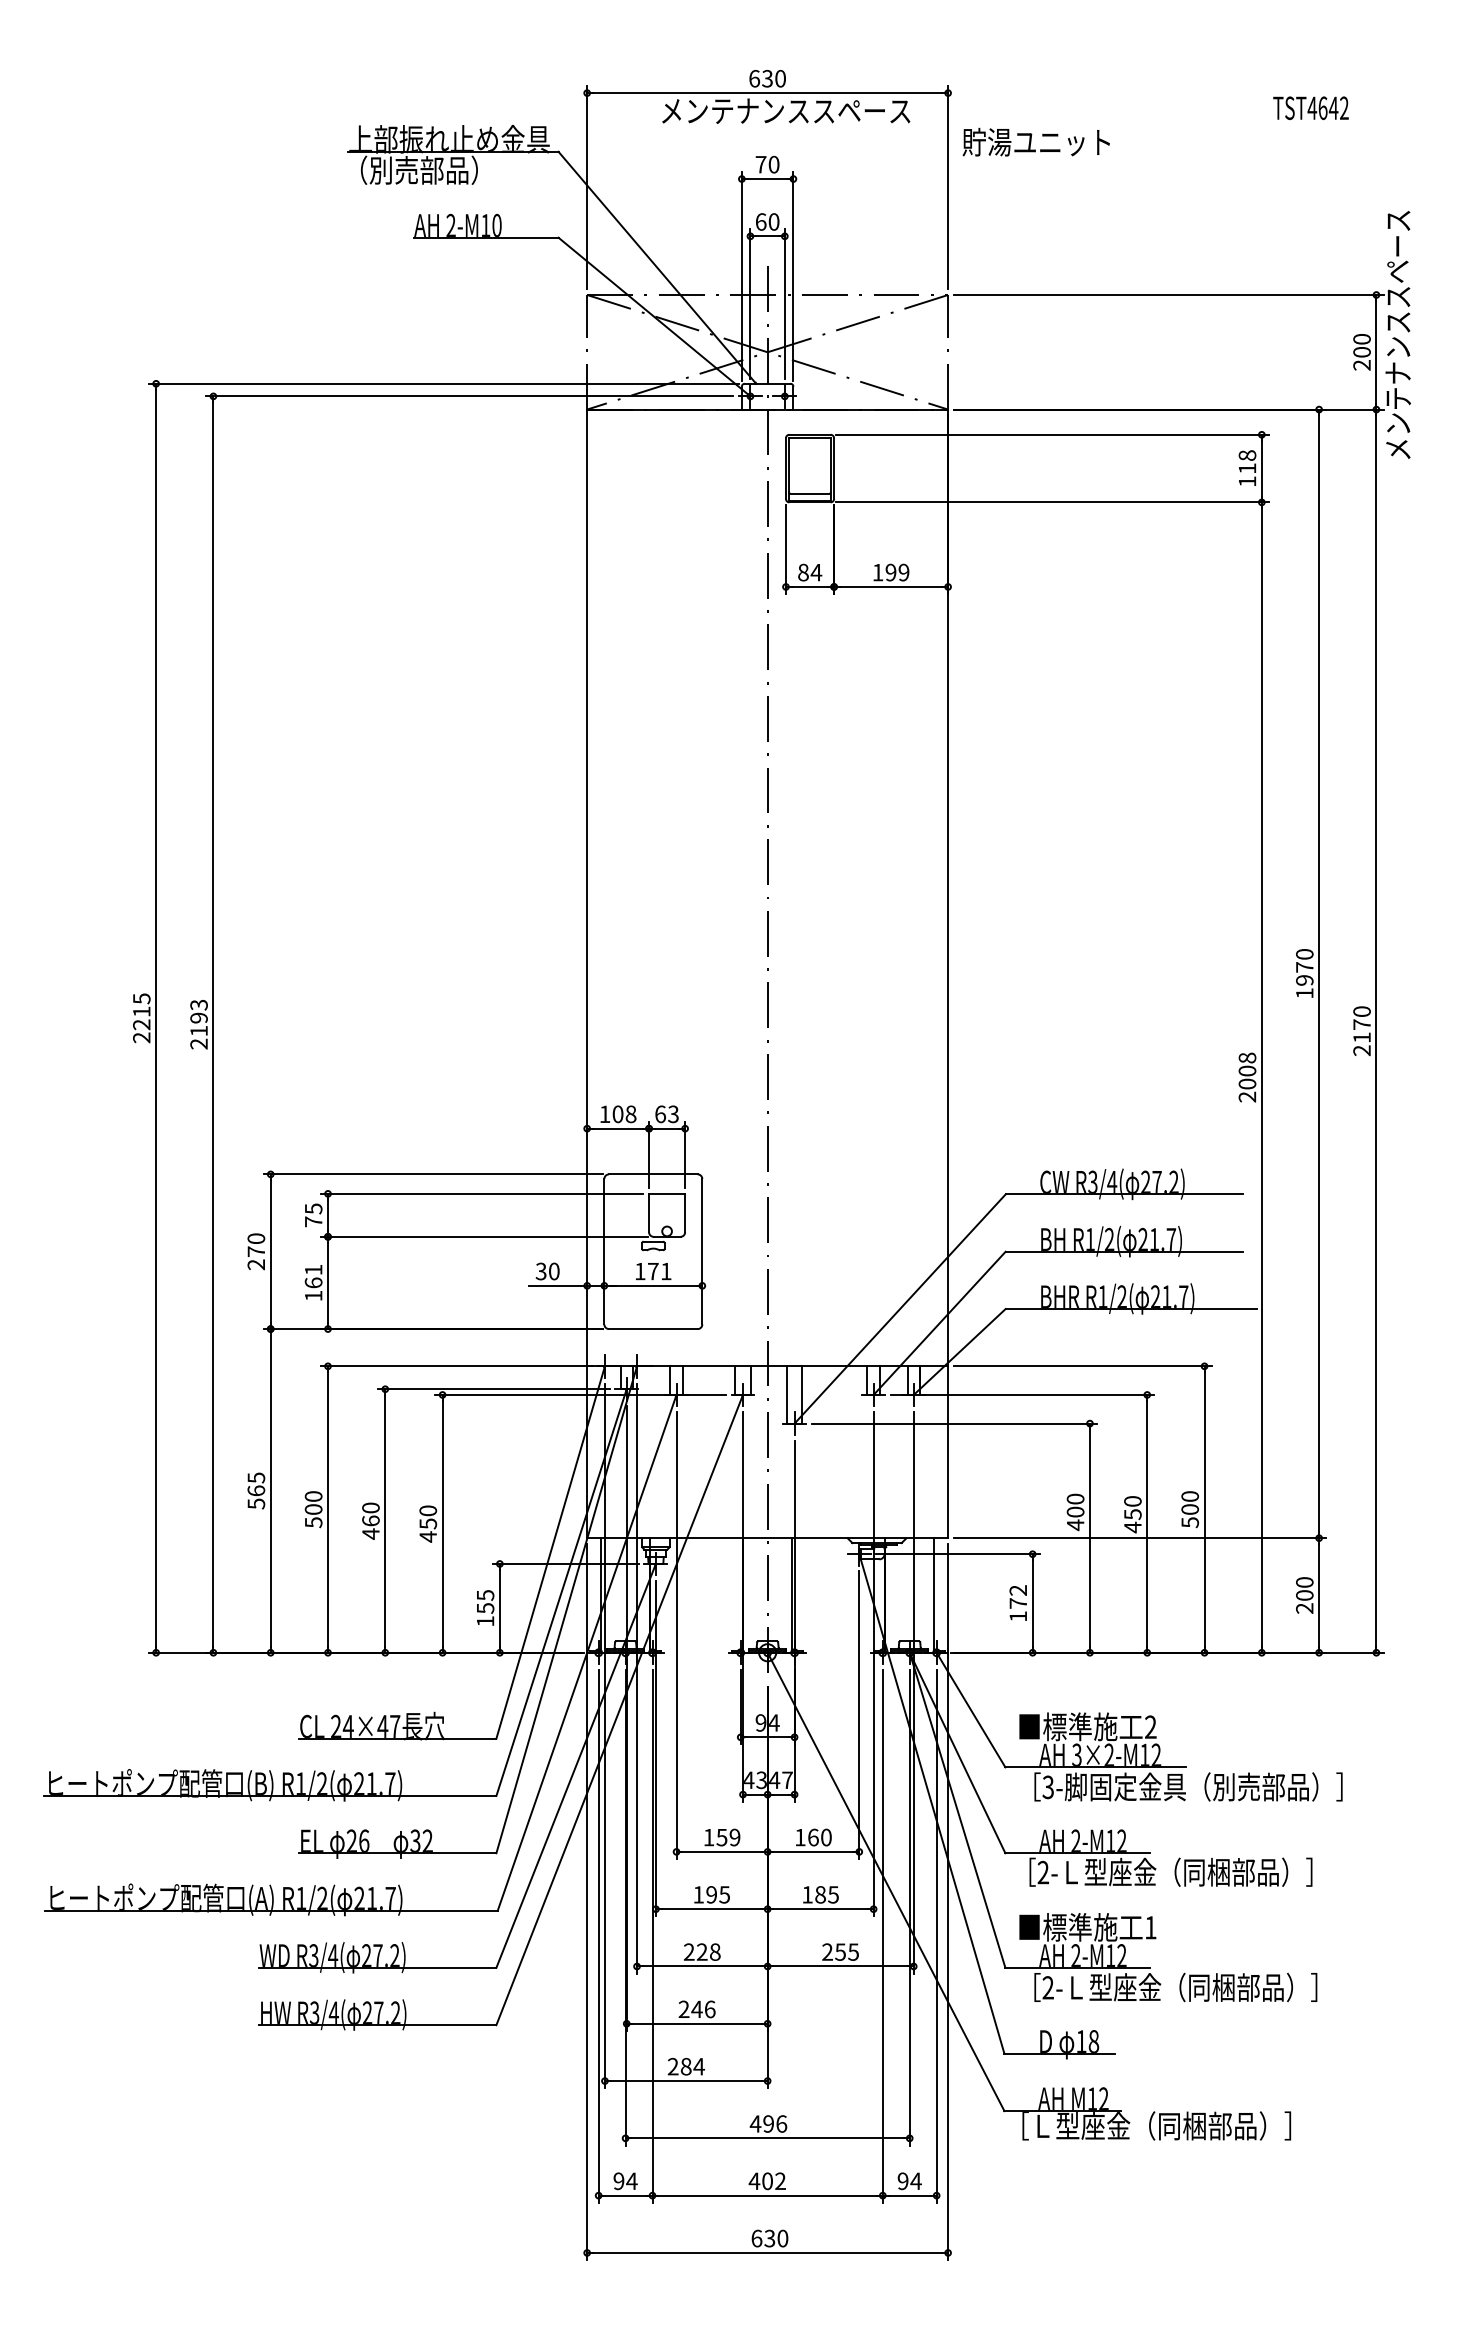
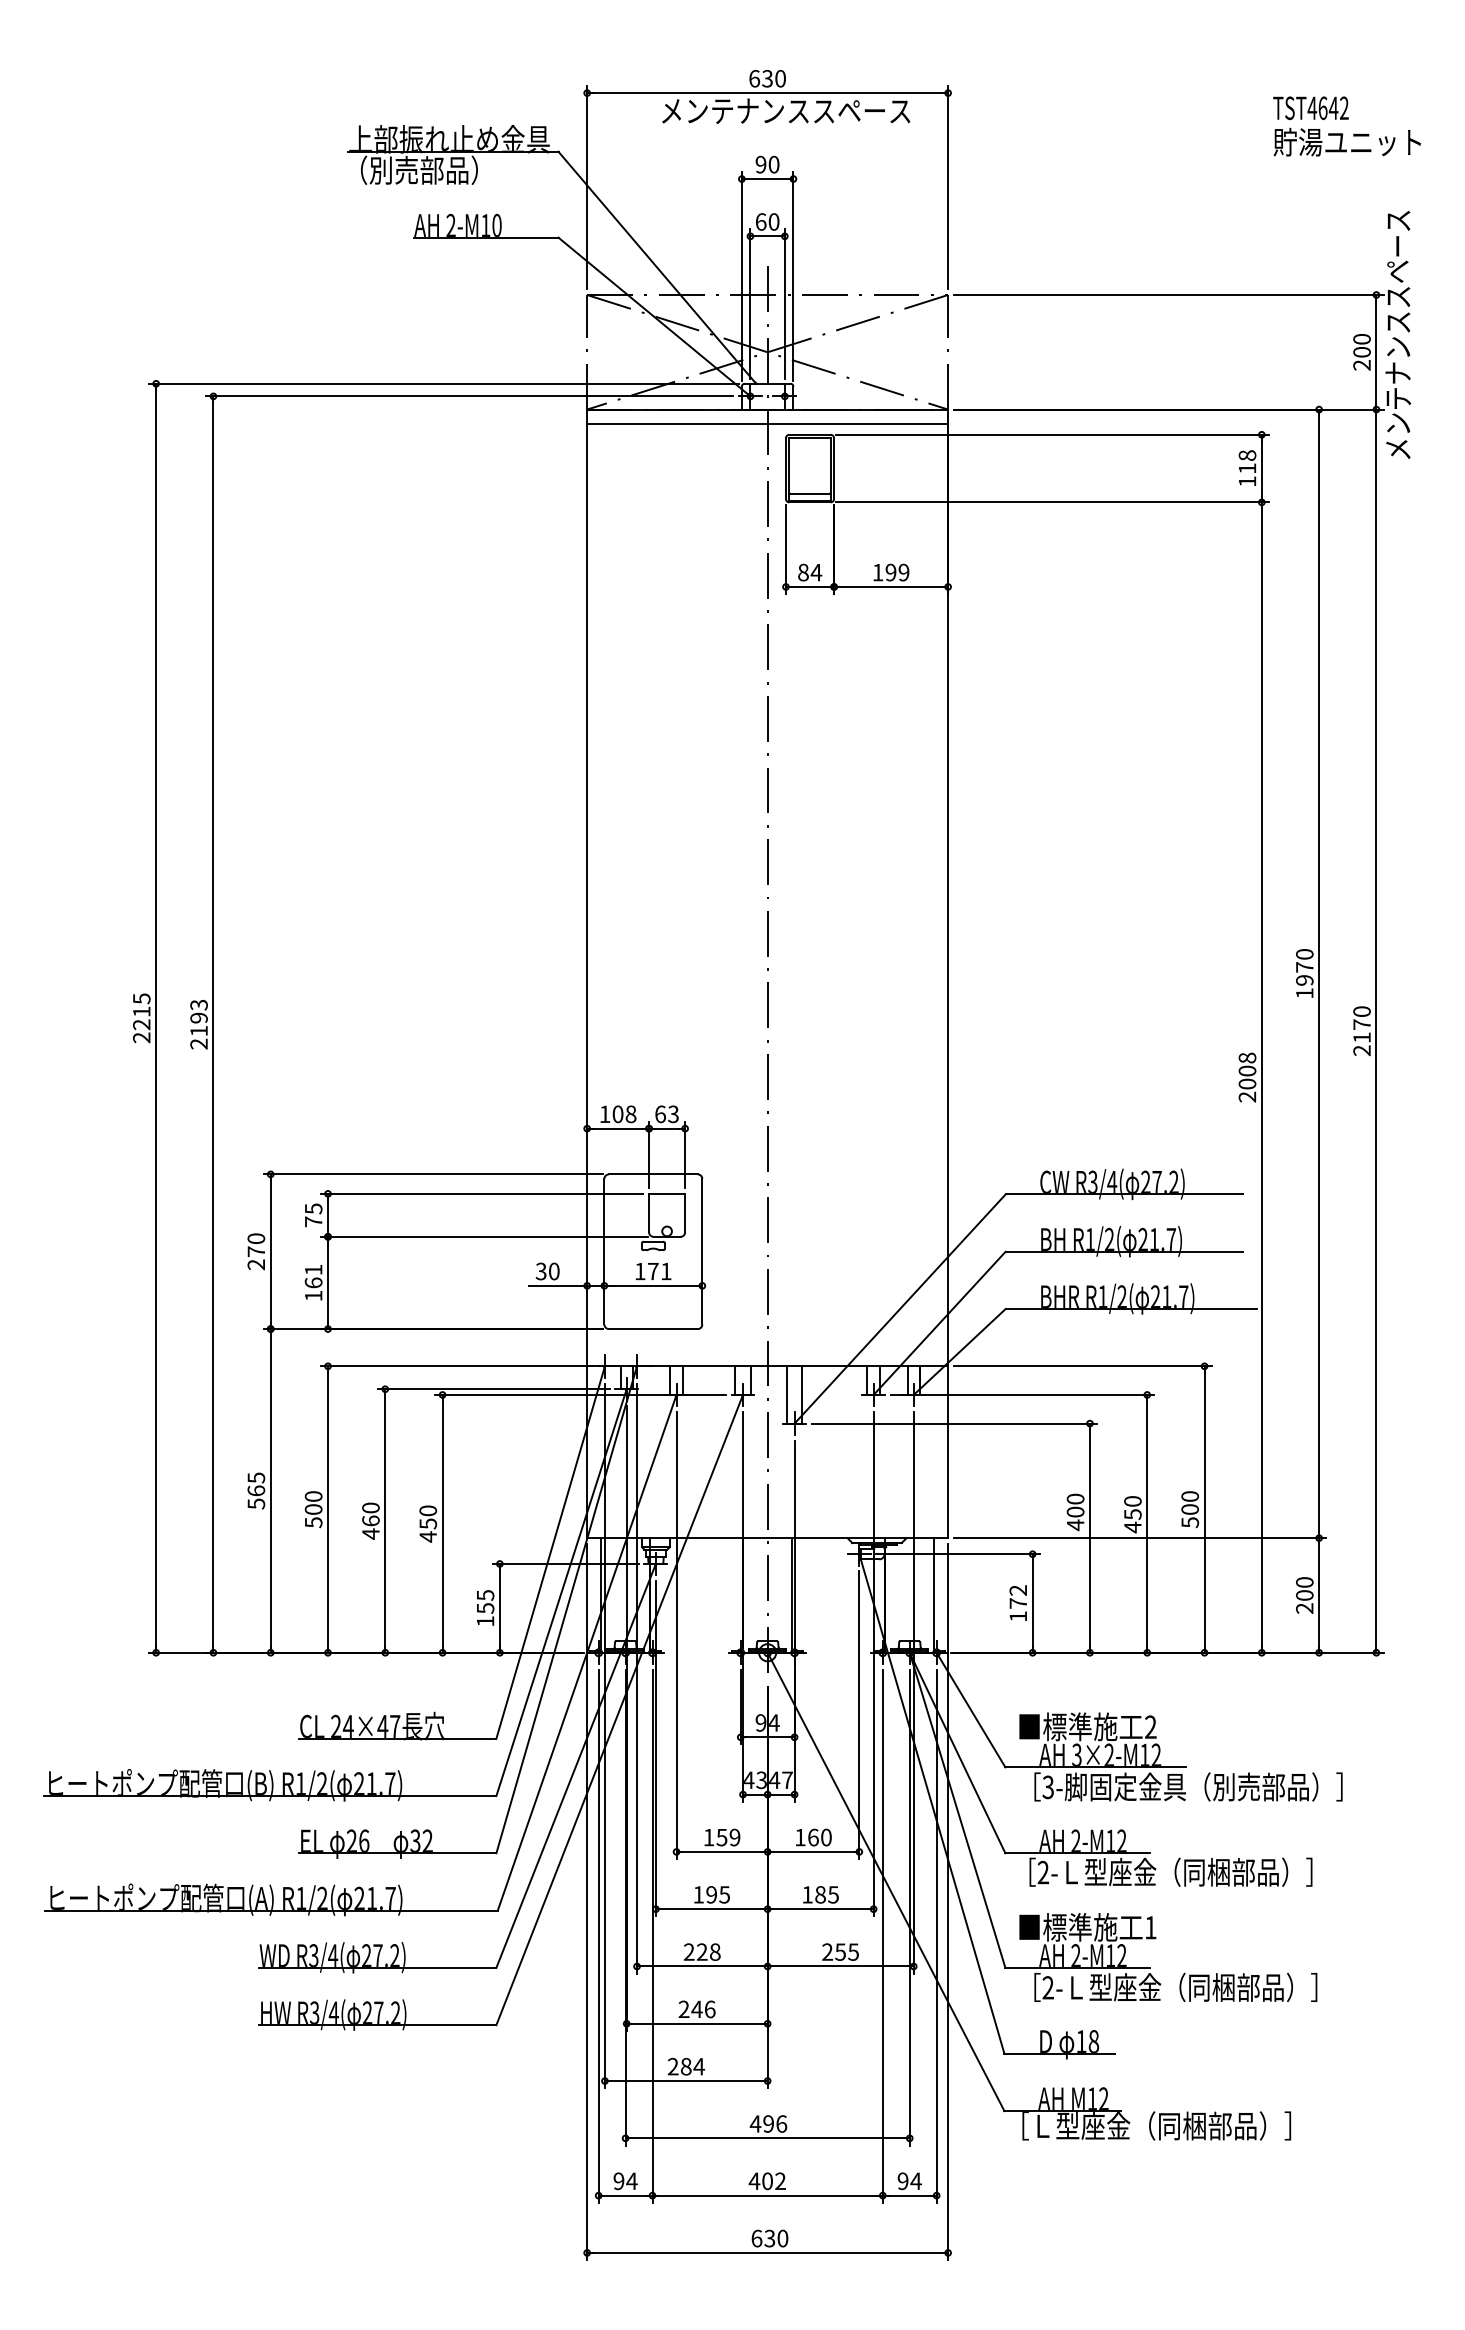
text at (1035, 141) position: (1035, 141) -> (1346, 141)
text at (760, 164): 70 -> 90
line at (767, 424): none -> present
